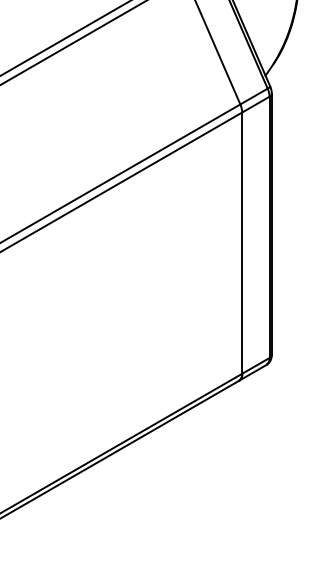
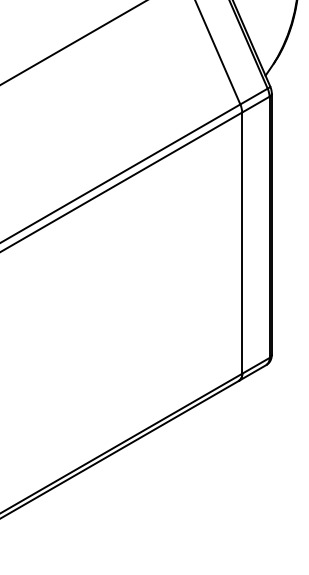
line at (65, 38): present -> none
